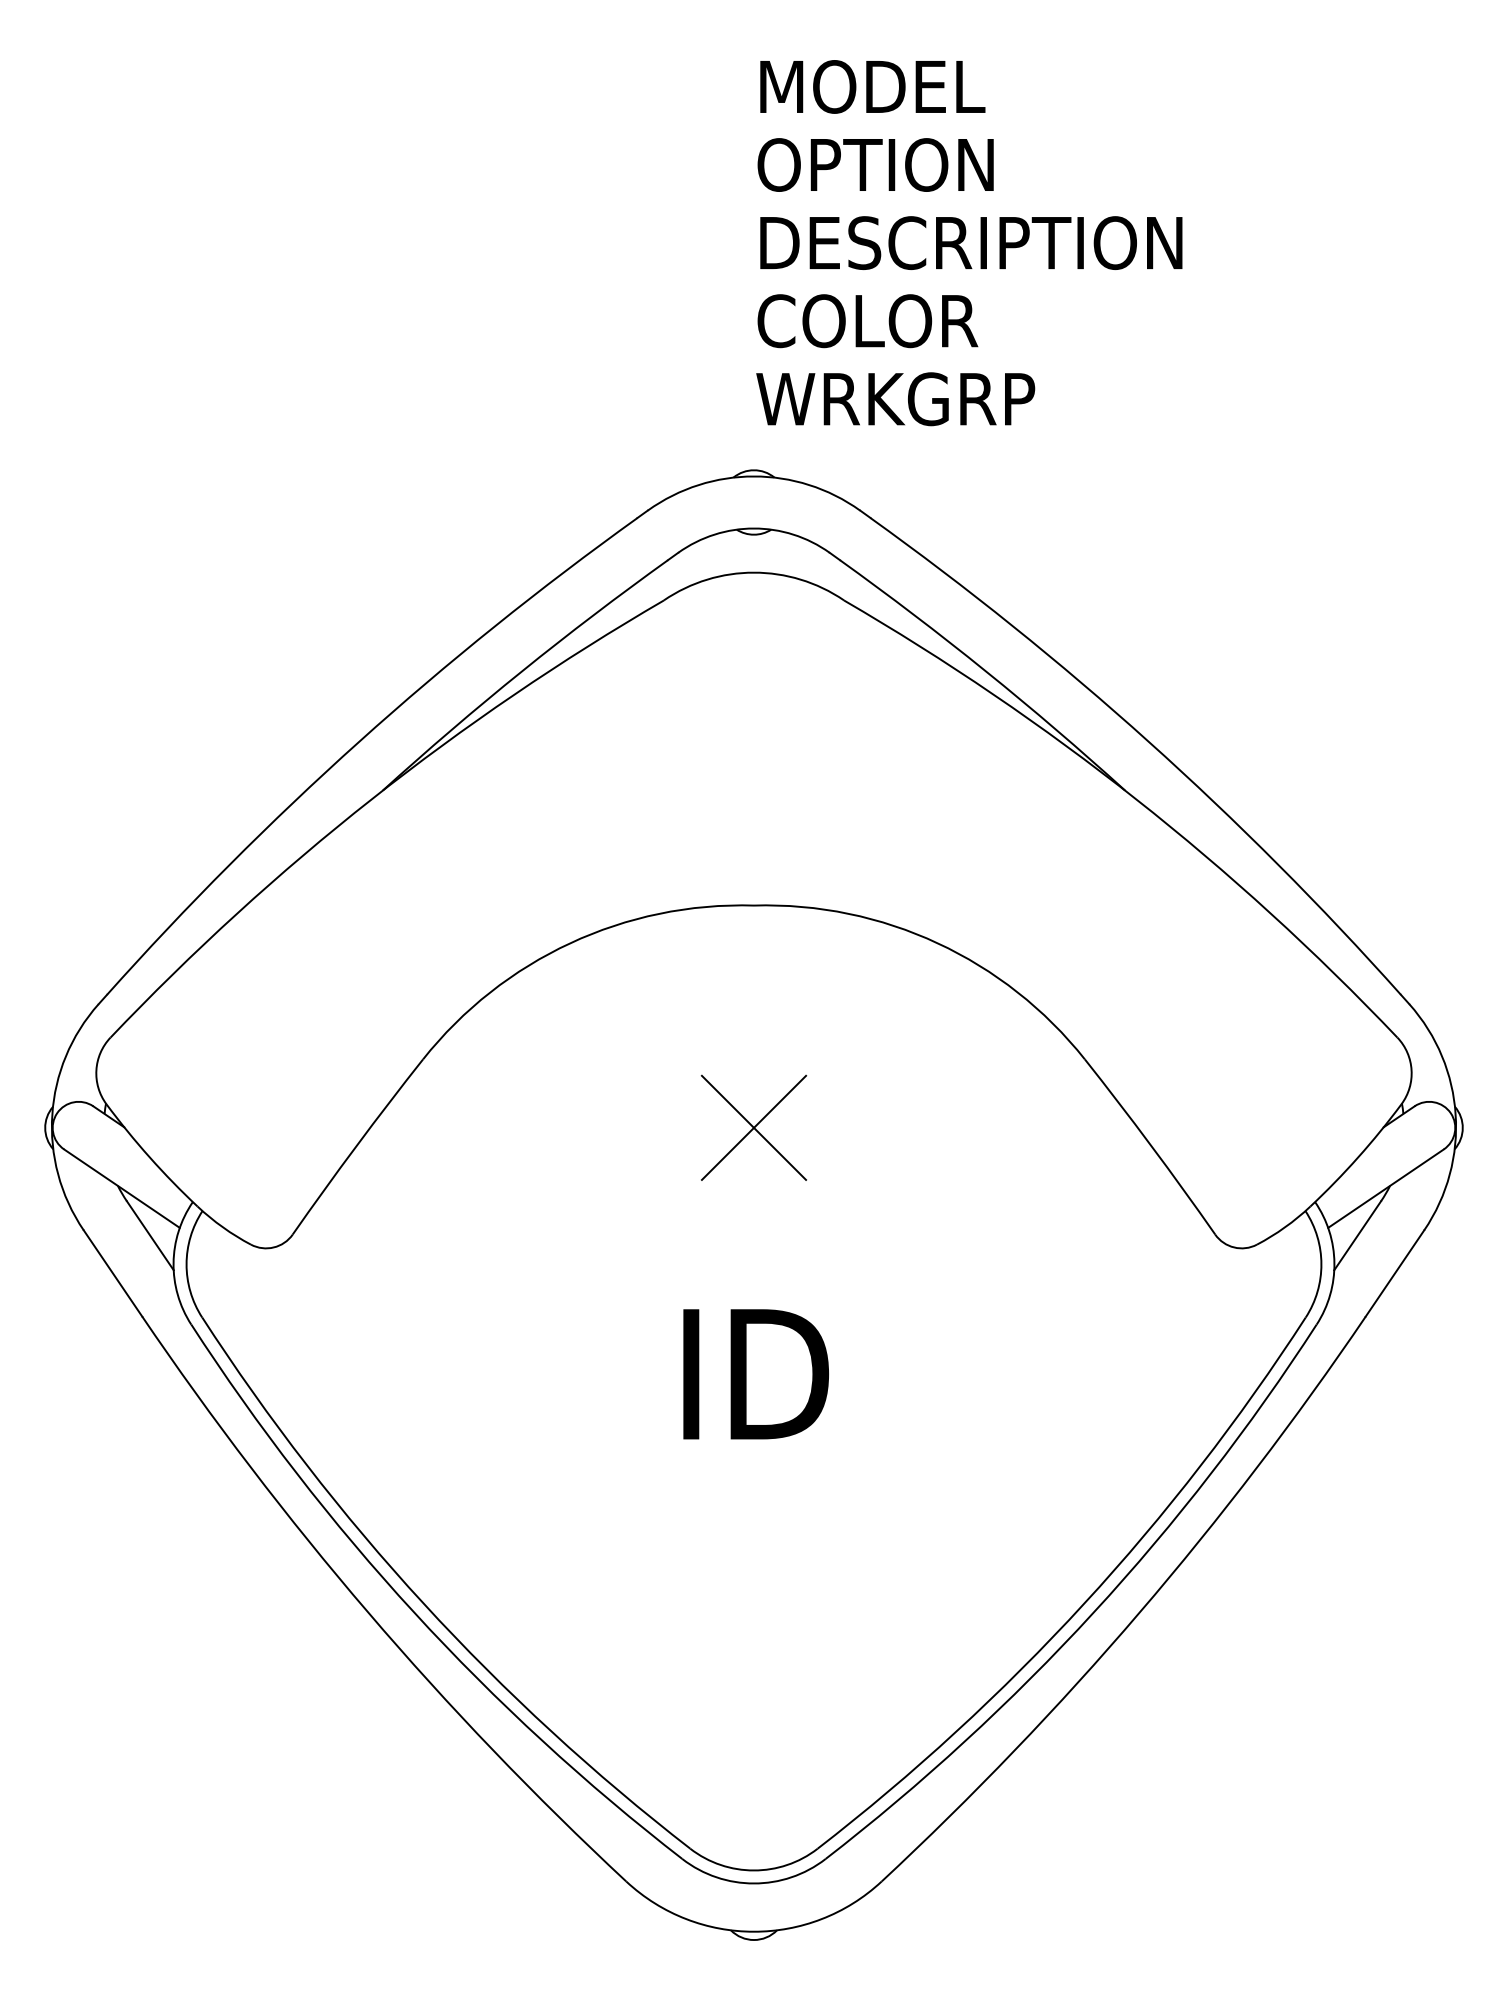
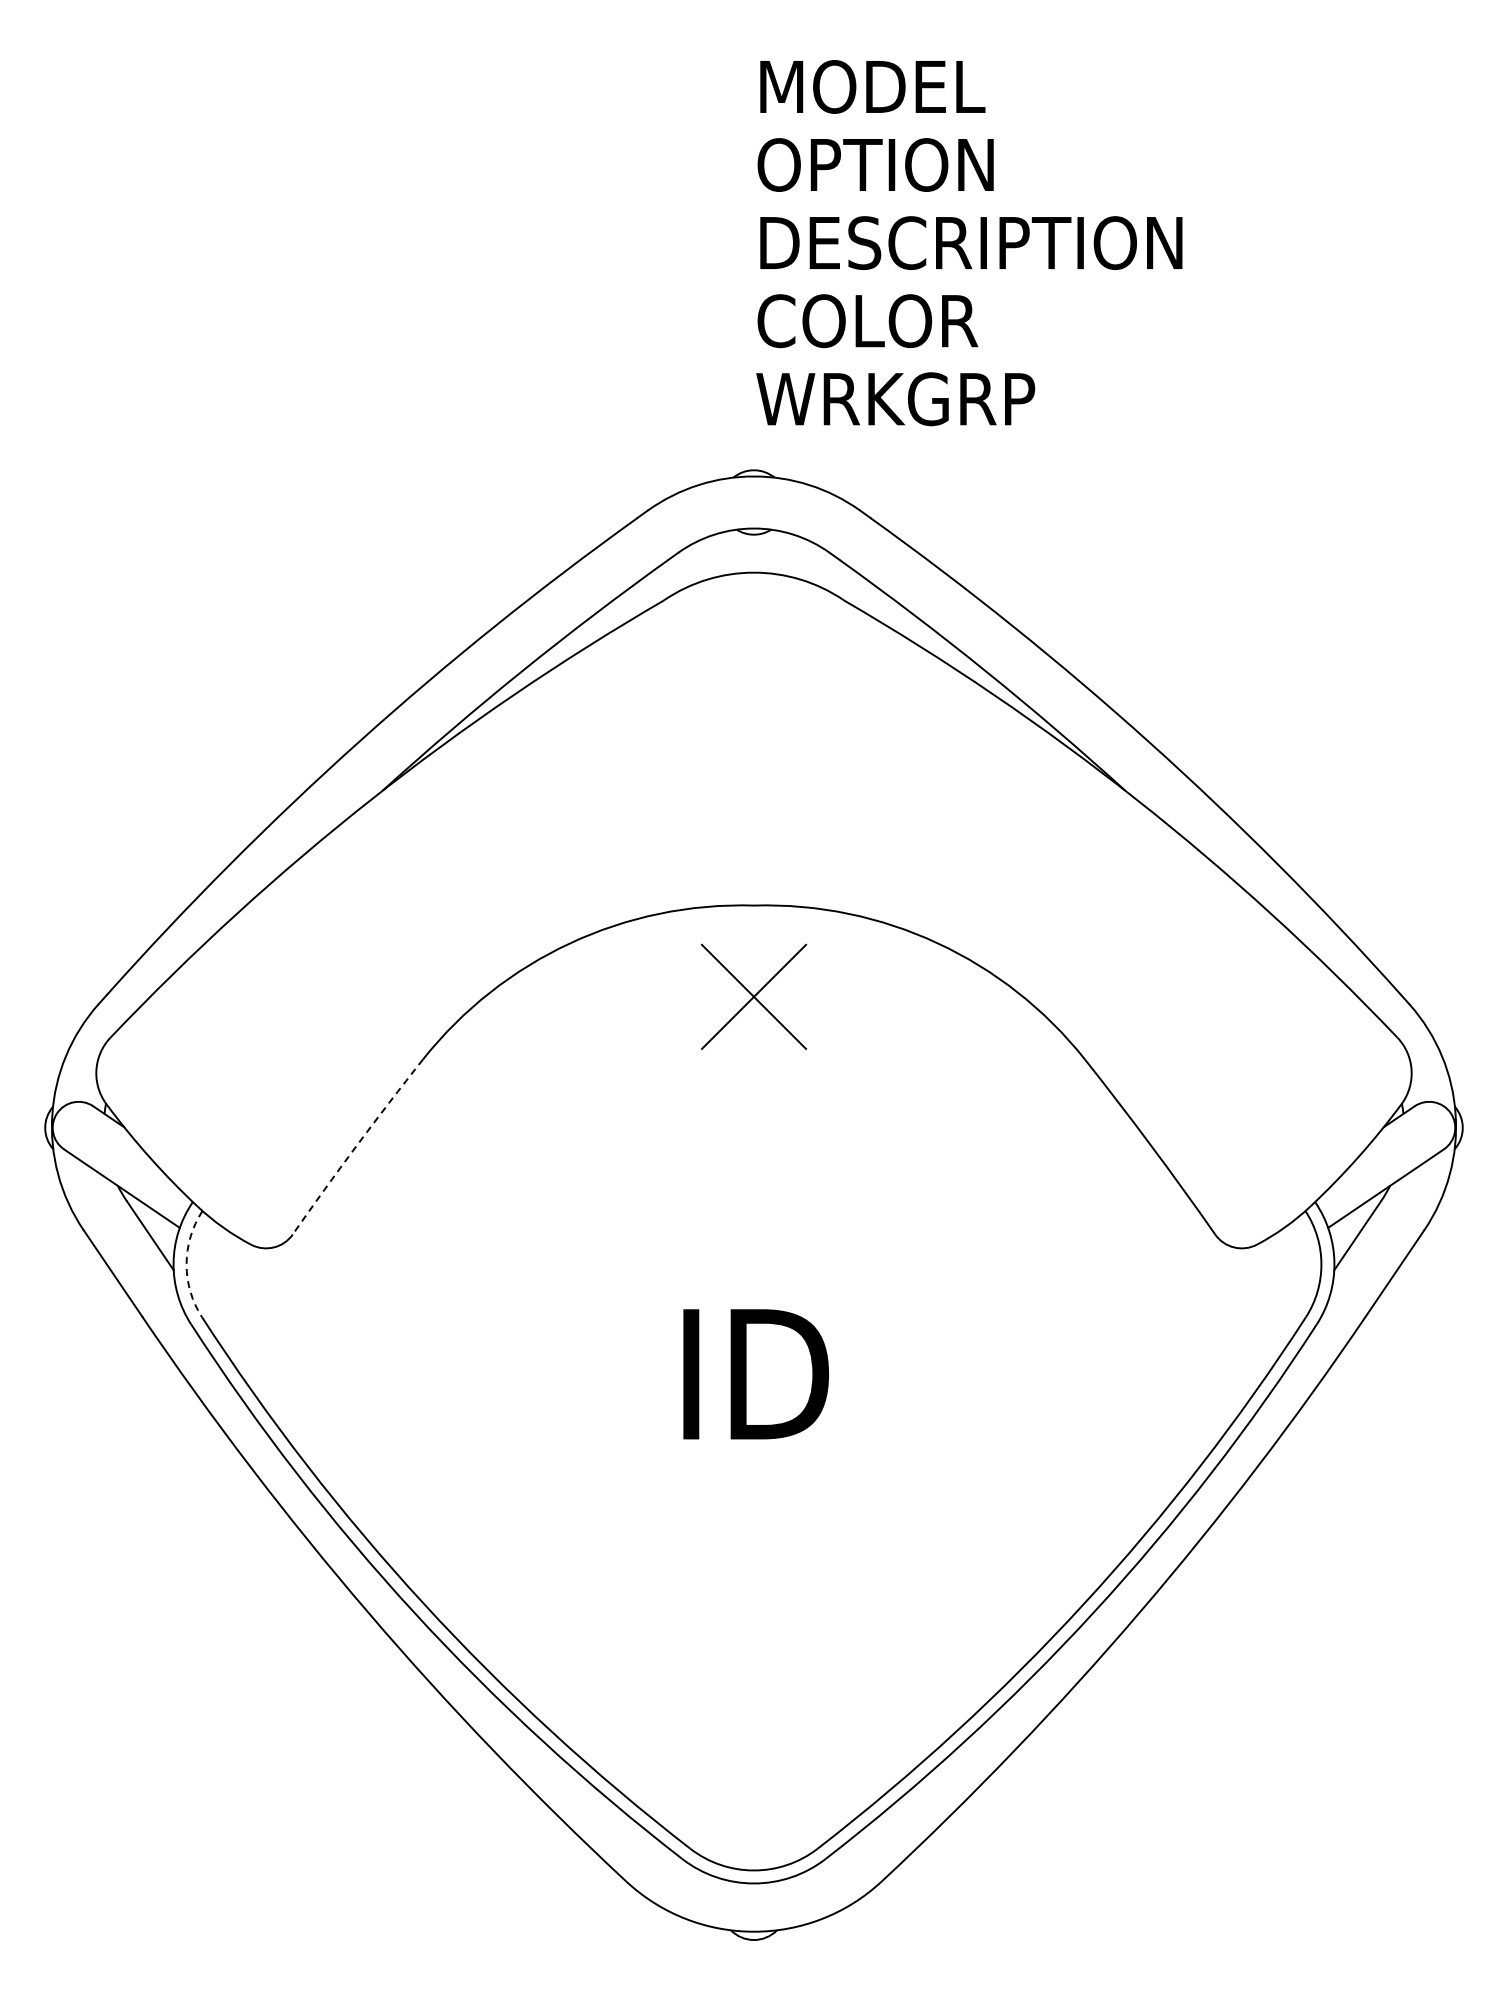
part at (753, 1127) position: (753, 1127) -> (753, 996)
arc at (356, 1145): solid -> dashed
arc at (186, 1264): solid -> dashed
